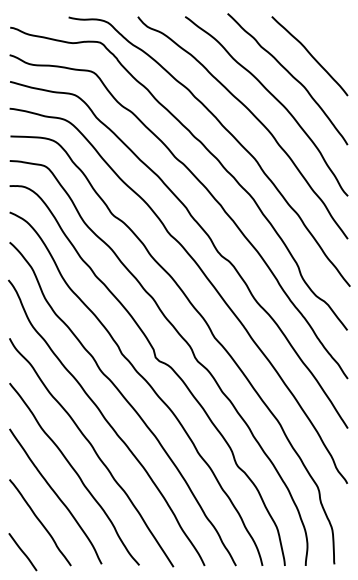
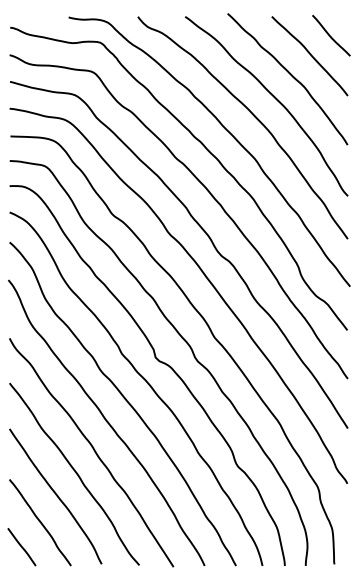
curve at (330, 35): none -> present
line at (22, 552) position: (22, 552) -> (21, 547)
